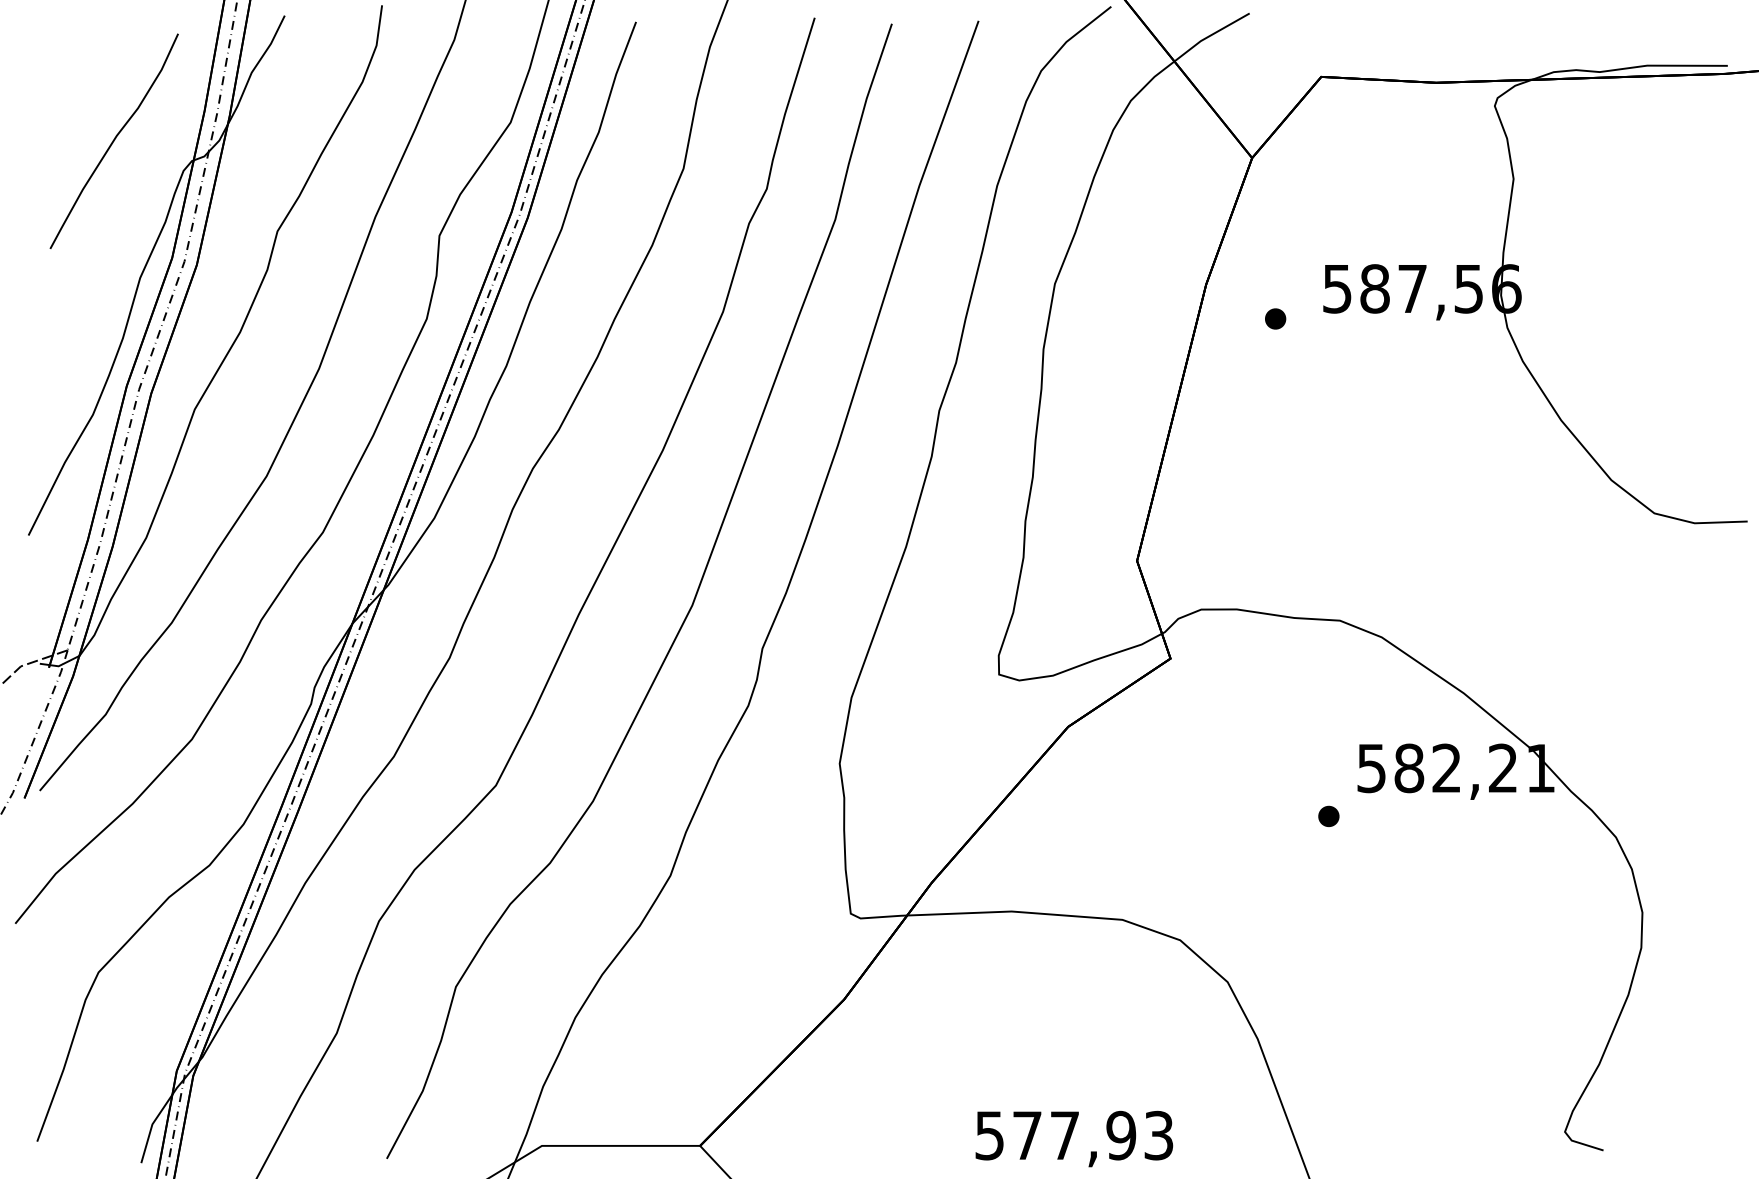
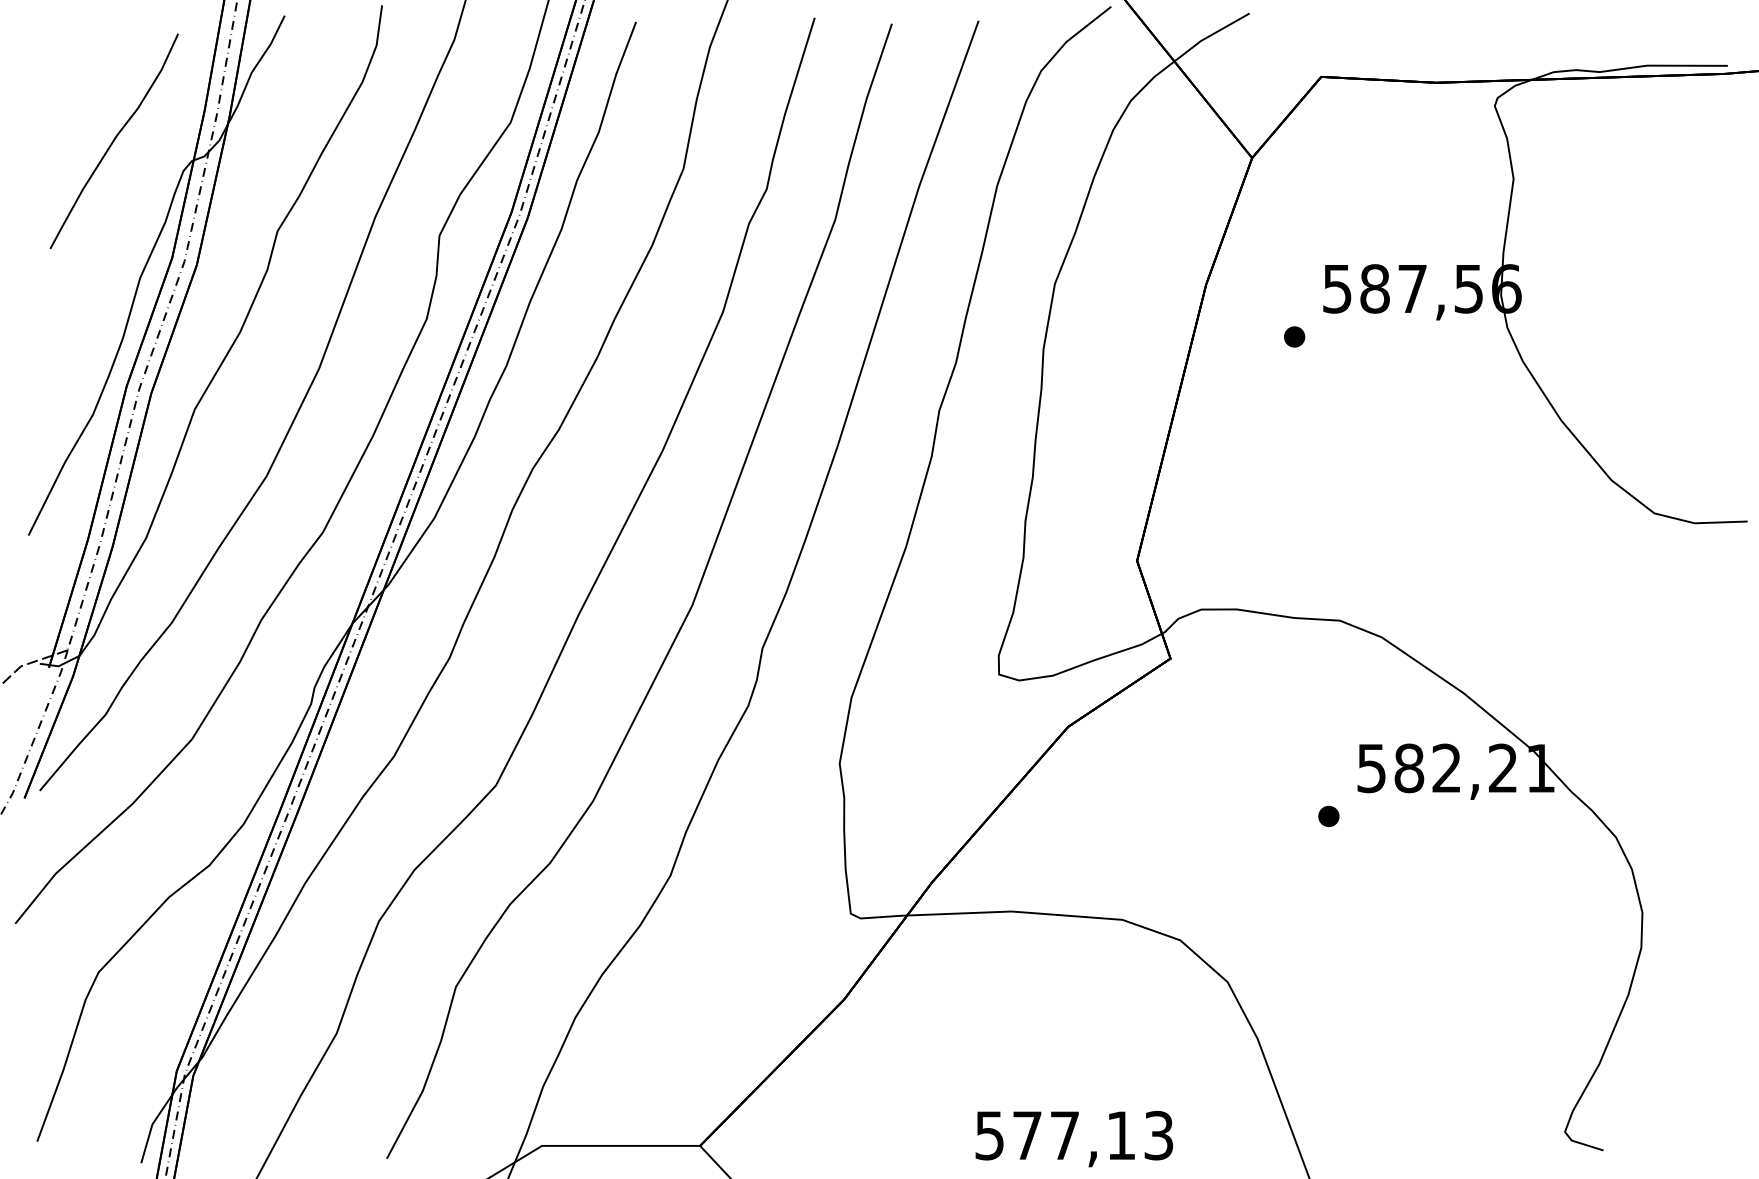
part at (1275, 318) position: (1275, 318) -> (1294, 336)
text at (1121, 1135): 577,93 -> 577,13
